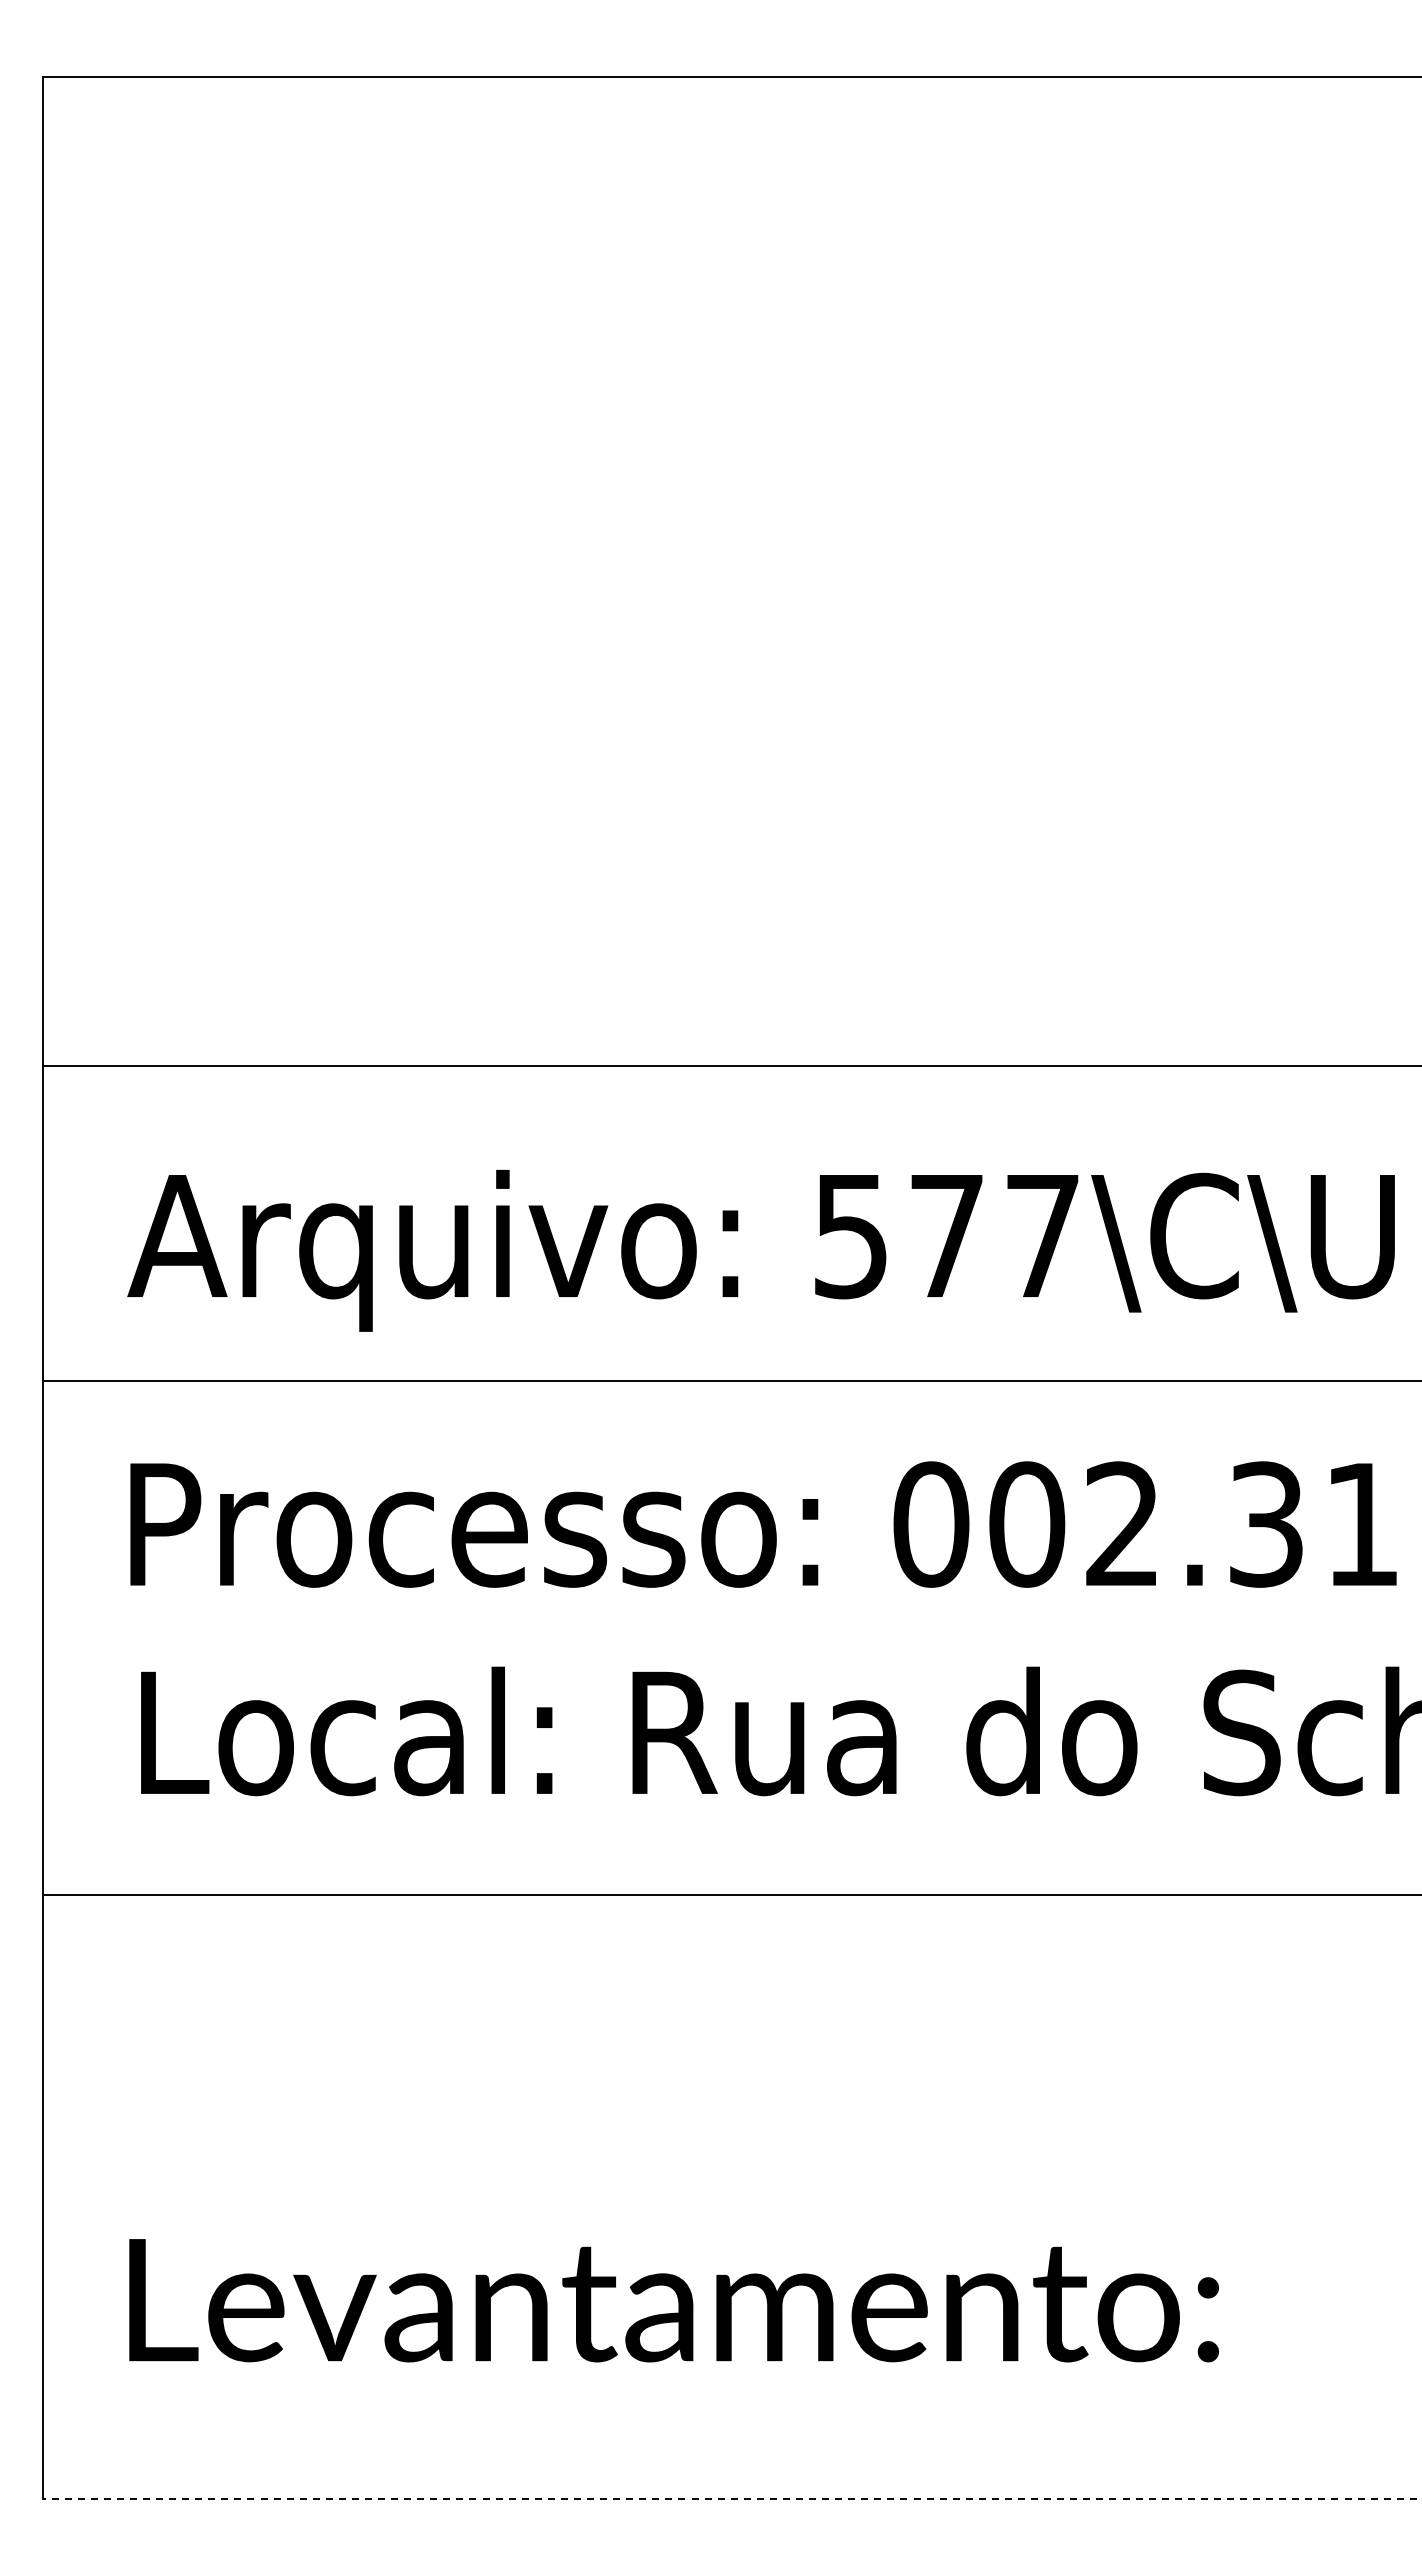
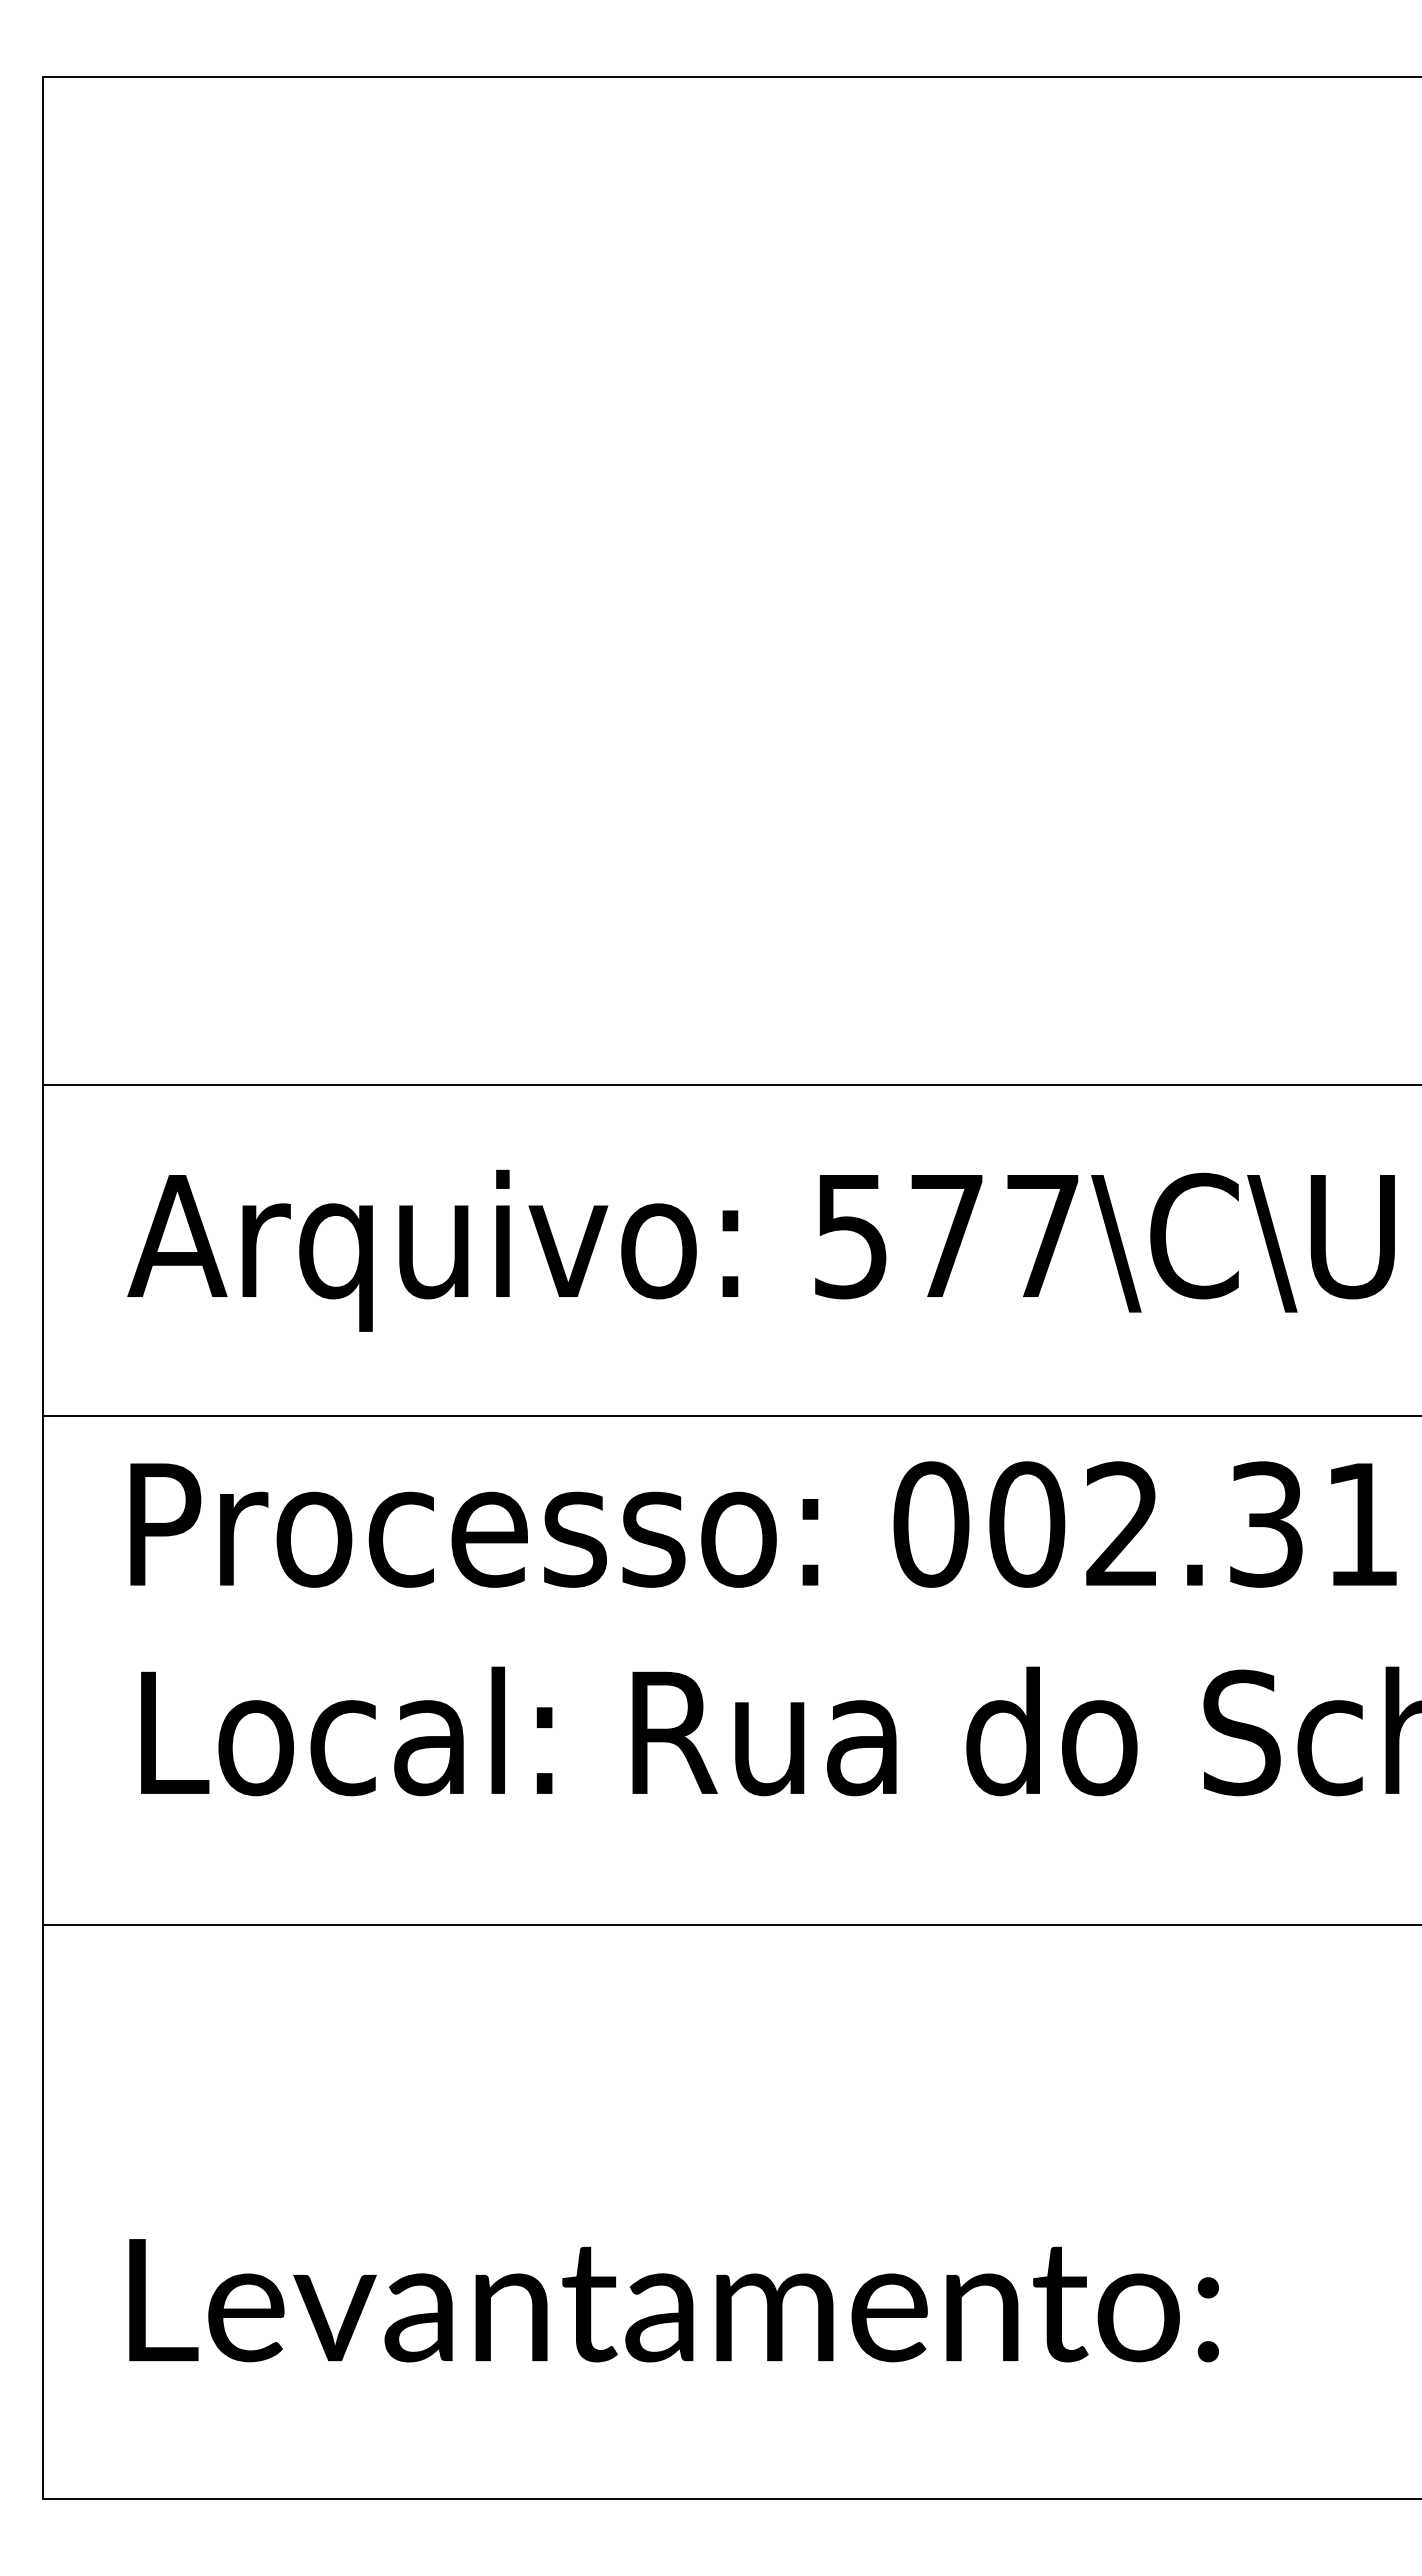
line at (730, 1066) position: (730, 1066) -> (730, 1085)
line at (730, 1381) position: (730, 1381) -> (730, 1416)
line at (730, 1894) position: (730, 1894) -> (730, 1924)
line at (731, 2498): dashed -> solid
